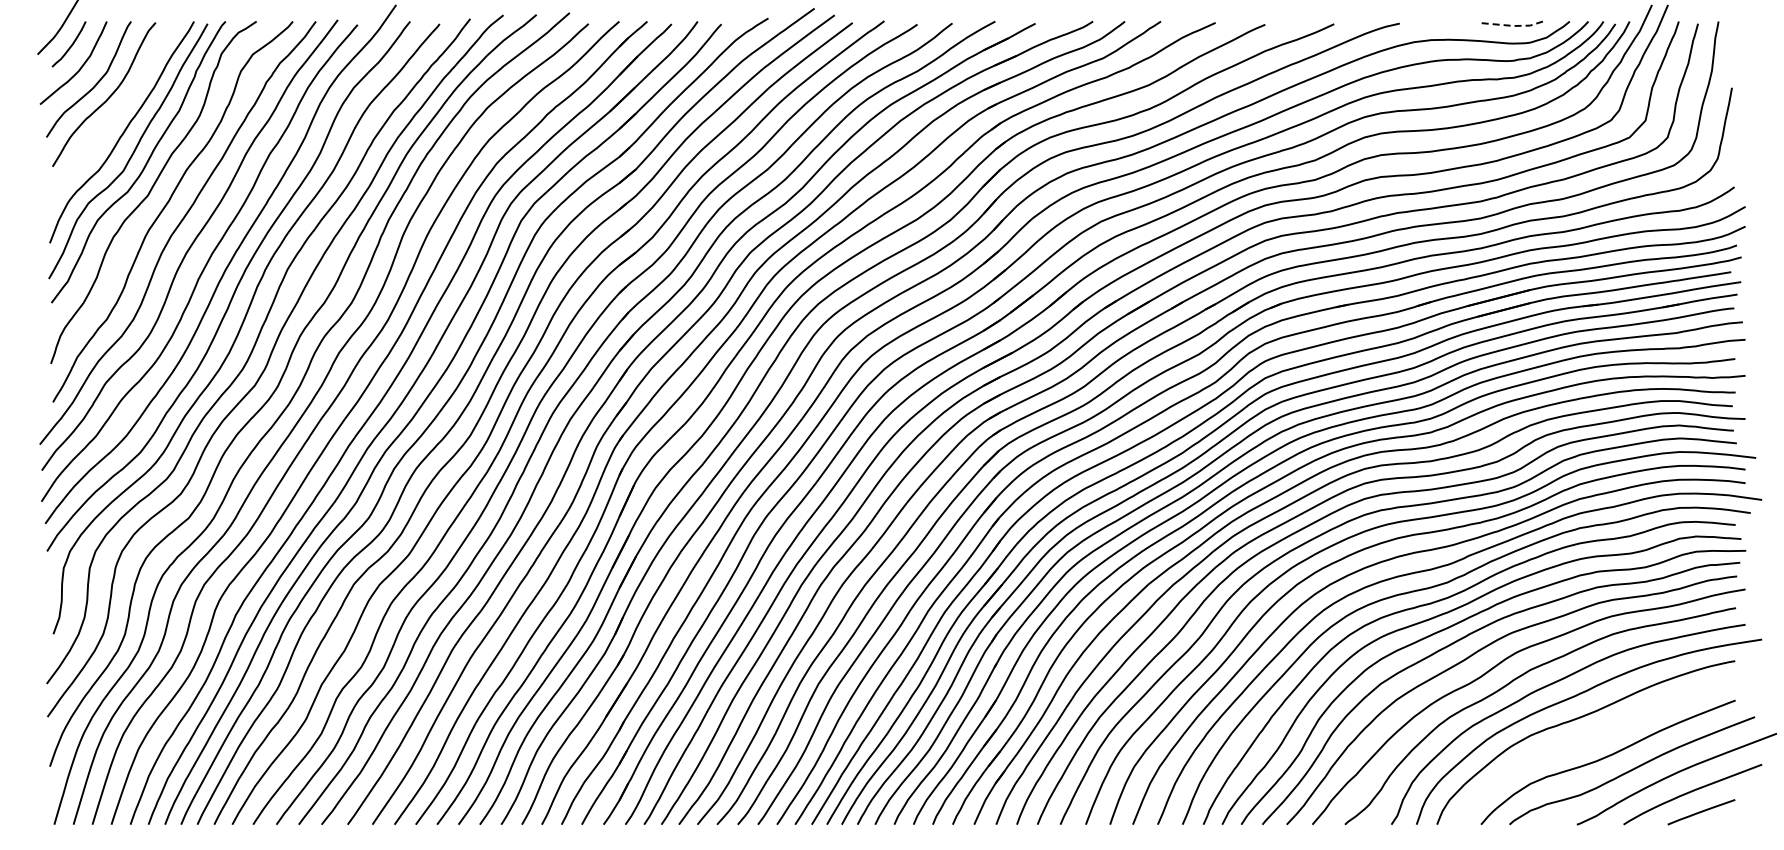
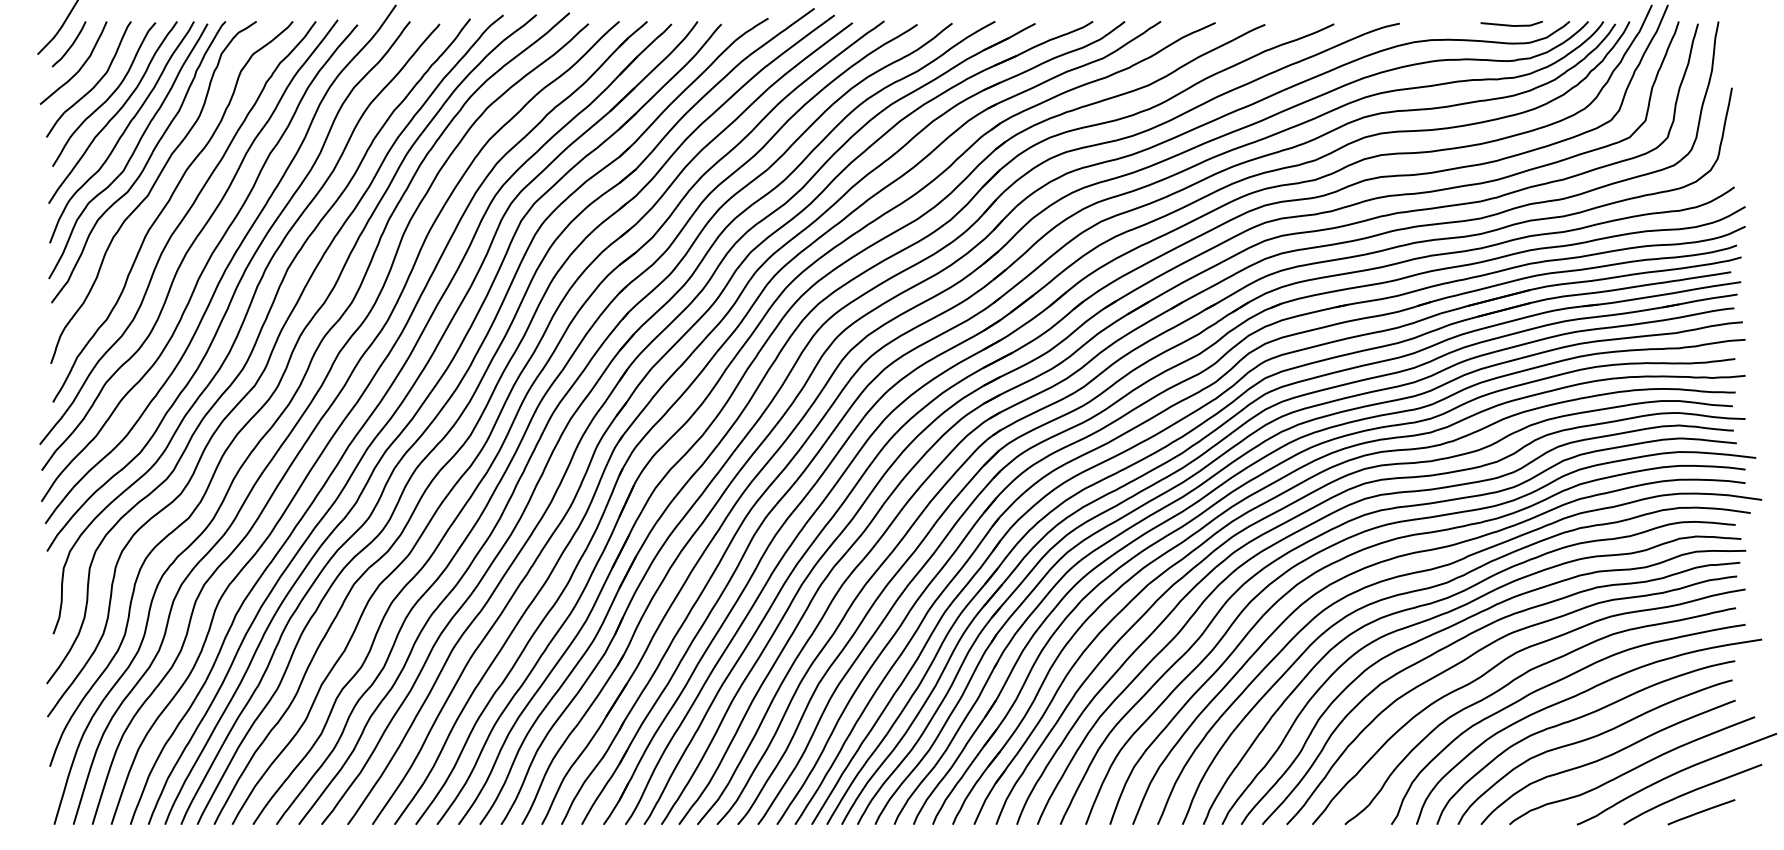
line at (1512, 25): dashed -> solid
curve at (114, 114): none -> present
curve at (1590, 739): none -> present
